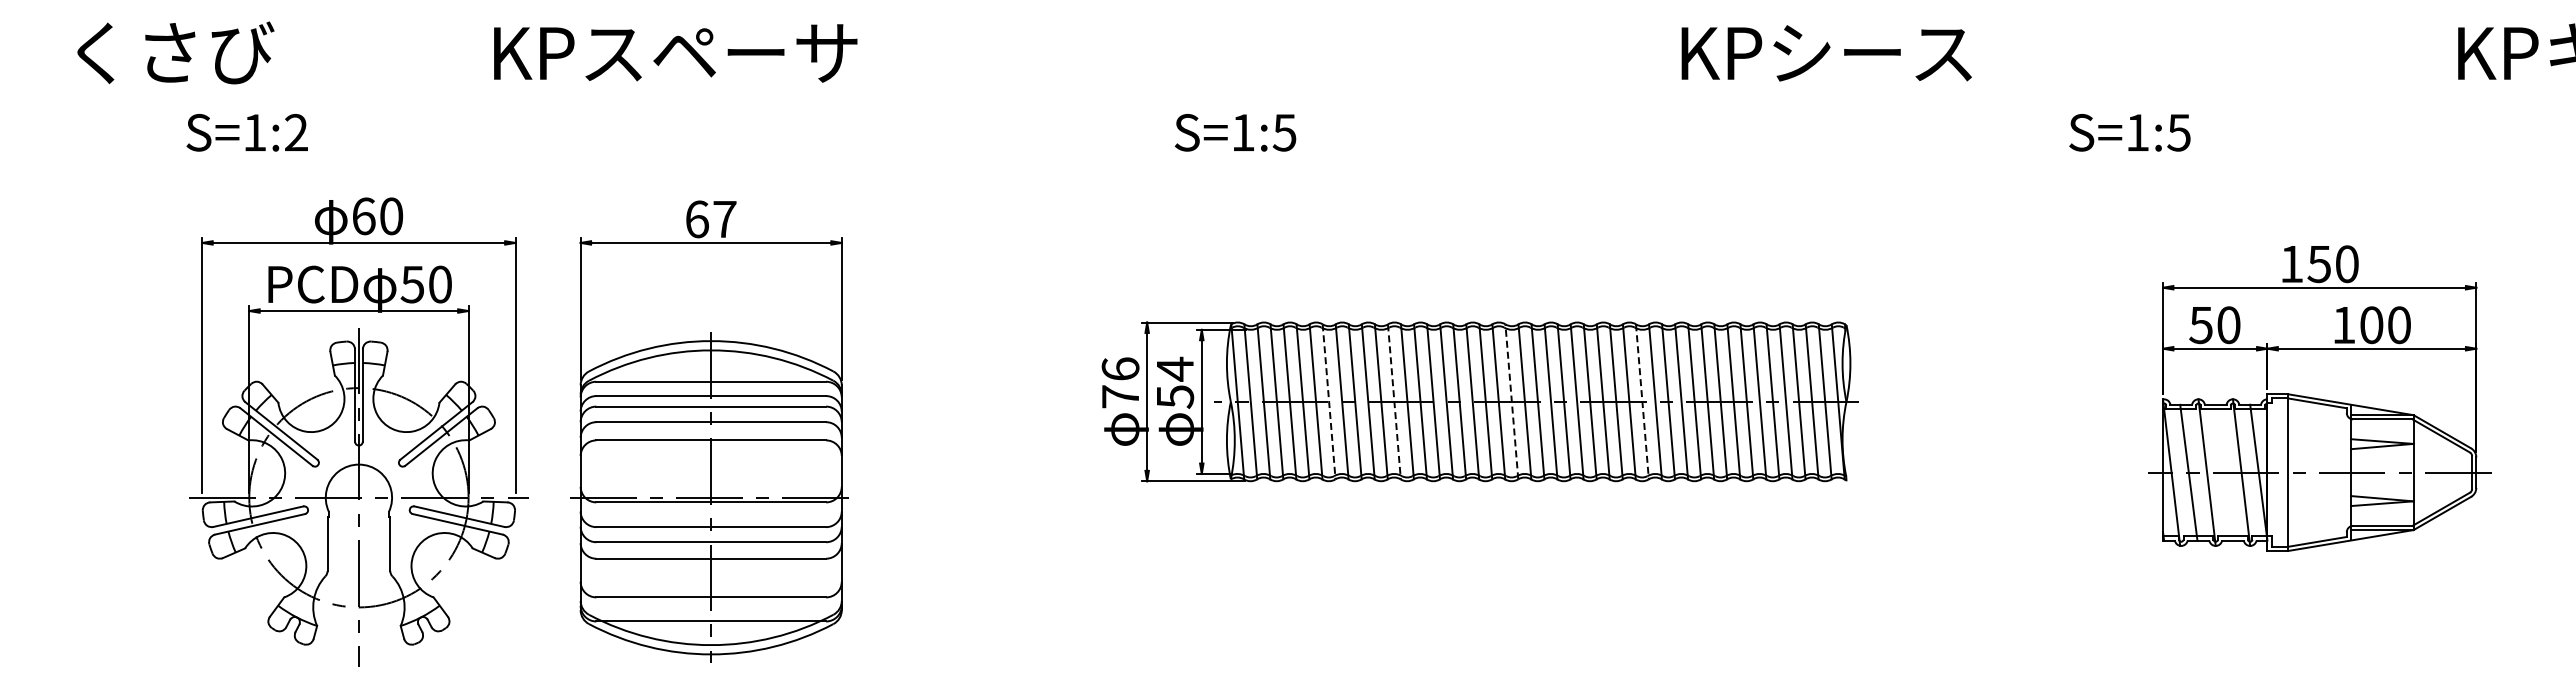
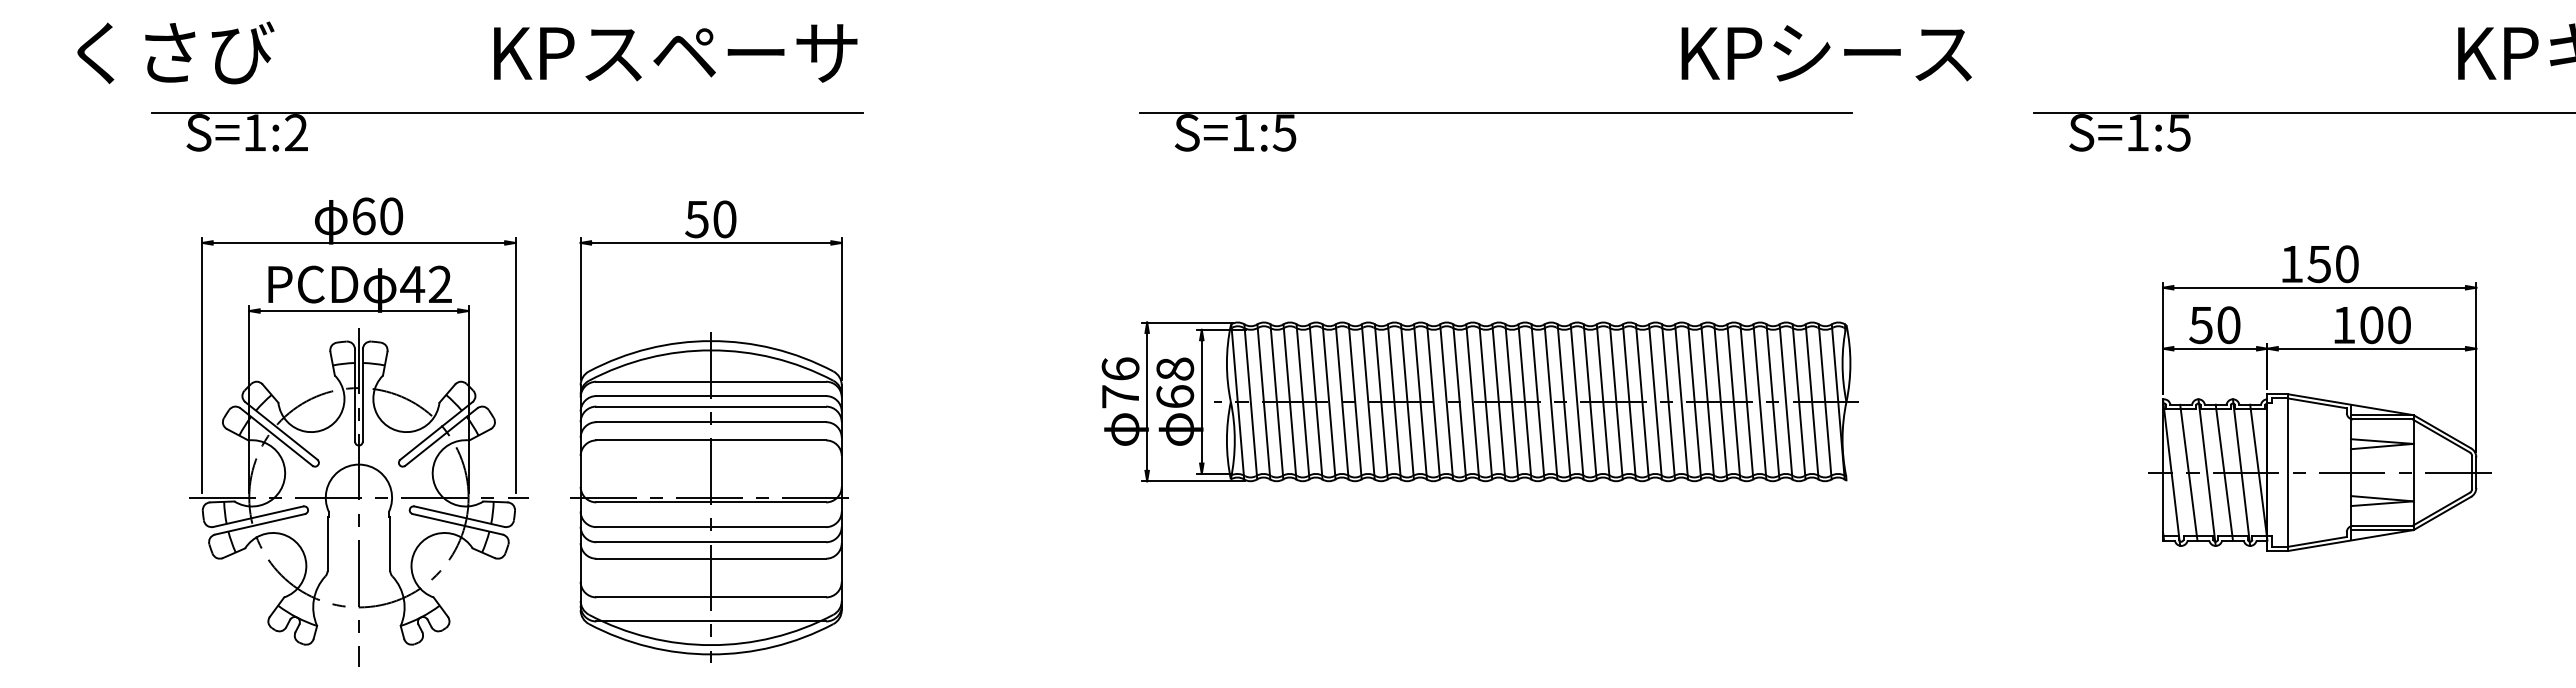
line at (507, 113): none -> present
line at (1495, 113): none -> present
line at (2303, 113): none -> present
text at (710, 219): 67 -> 50
text at (425, 284): 50 -> 42
text at (1175, 382): 54 -> 68
line at (1329, 401): dashed -> solid
line at (1394, 401): dashed -> solid
line at (1511, 401): dashed -> solid
line at (1642, 401): dashed -> solid
line at (2223, 472): none -> present
